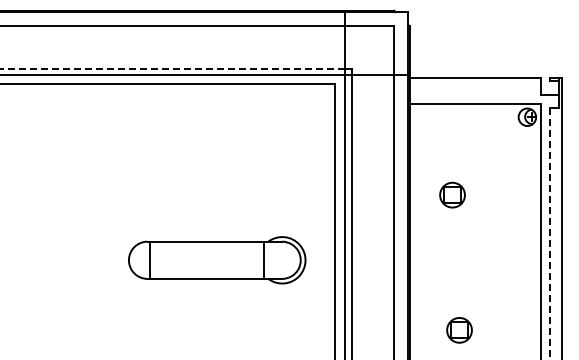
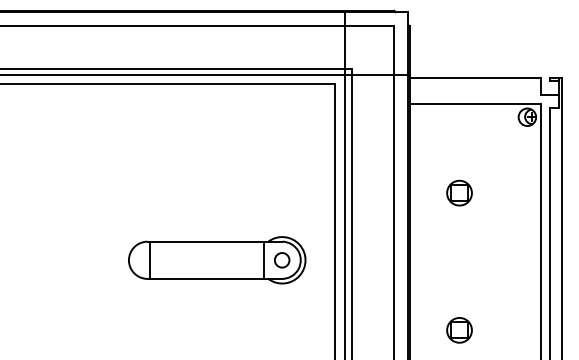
line at (172, 68): dashed -> solid
part at (452, 194) position: (452, 194) -> (459, 192)
line at (549, 233): dashed -> solid
circle at (282, 260): none -> present
